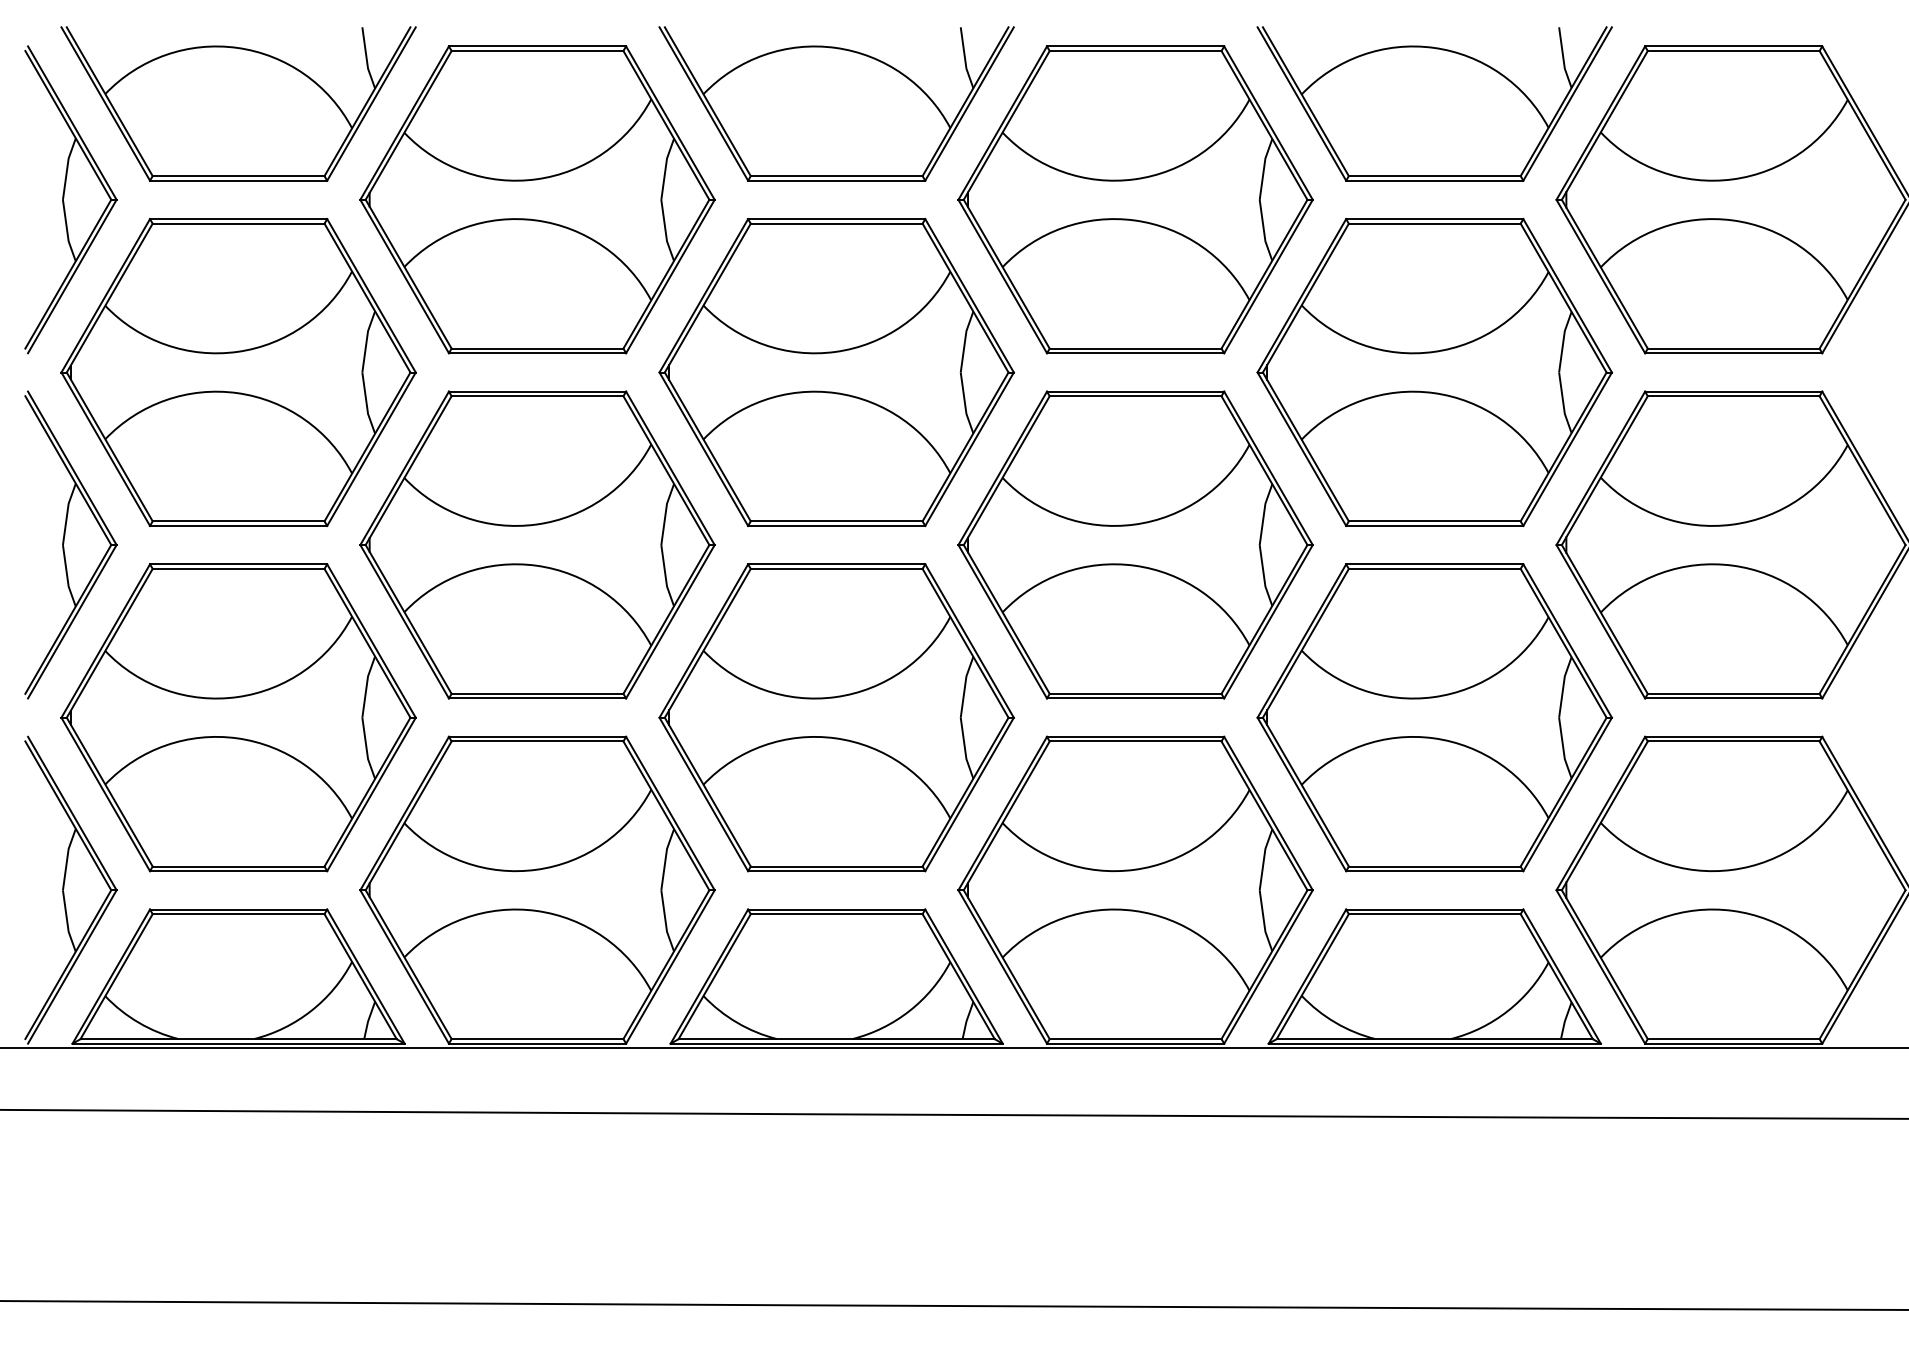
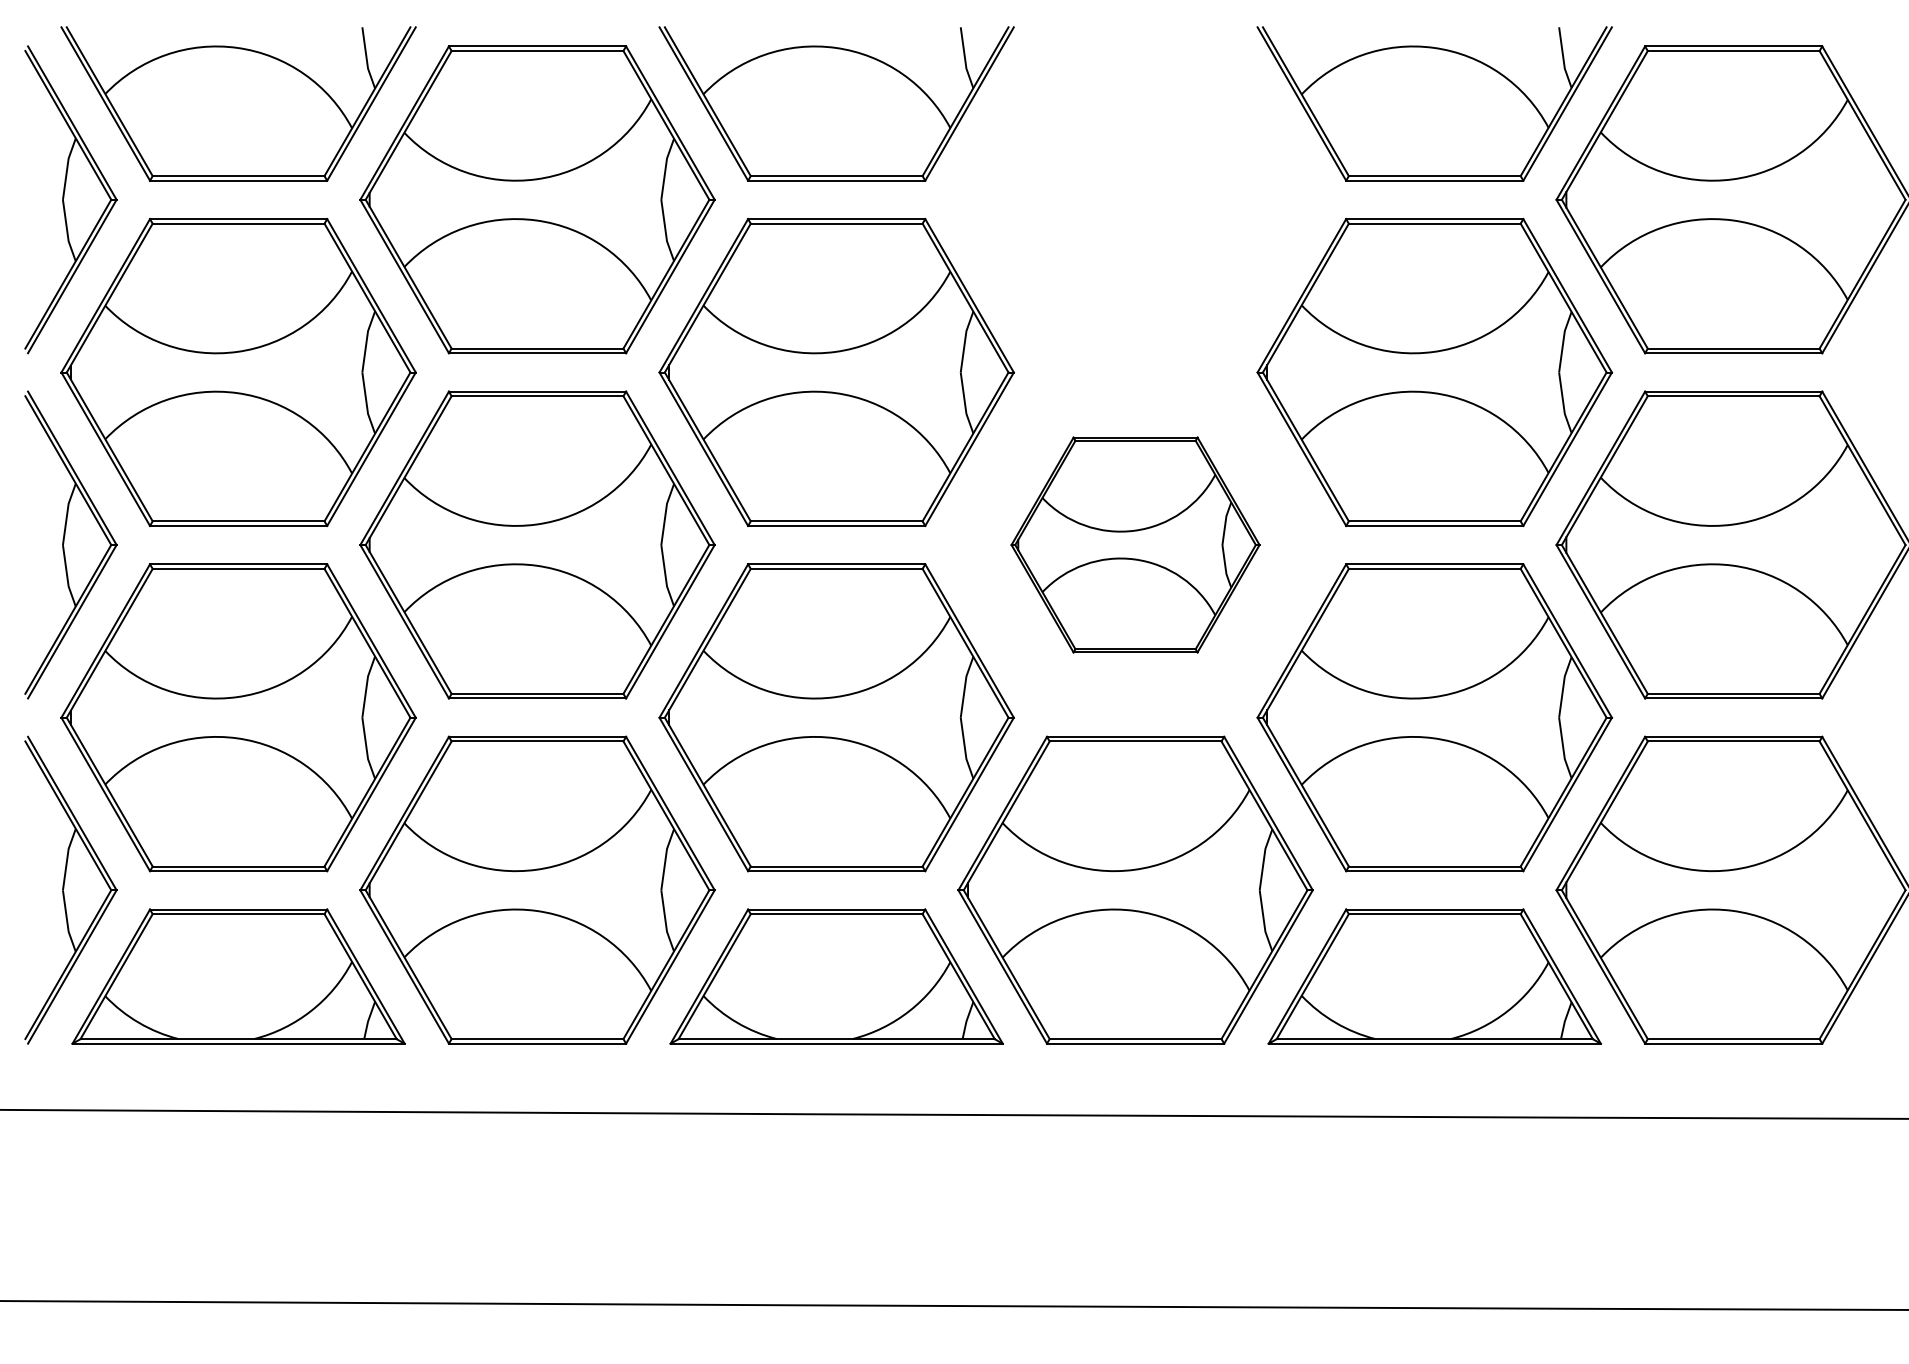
part at (1135, 199): present -> none
part at (1135, 544) size: 357x310 px -> 251x218 px
line at (953, 1047): present -> none
